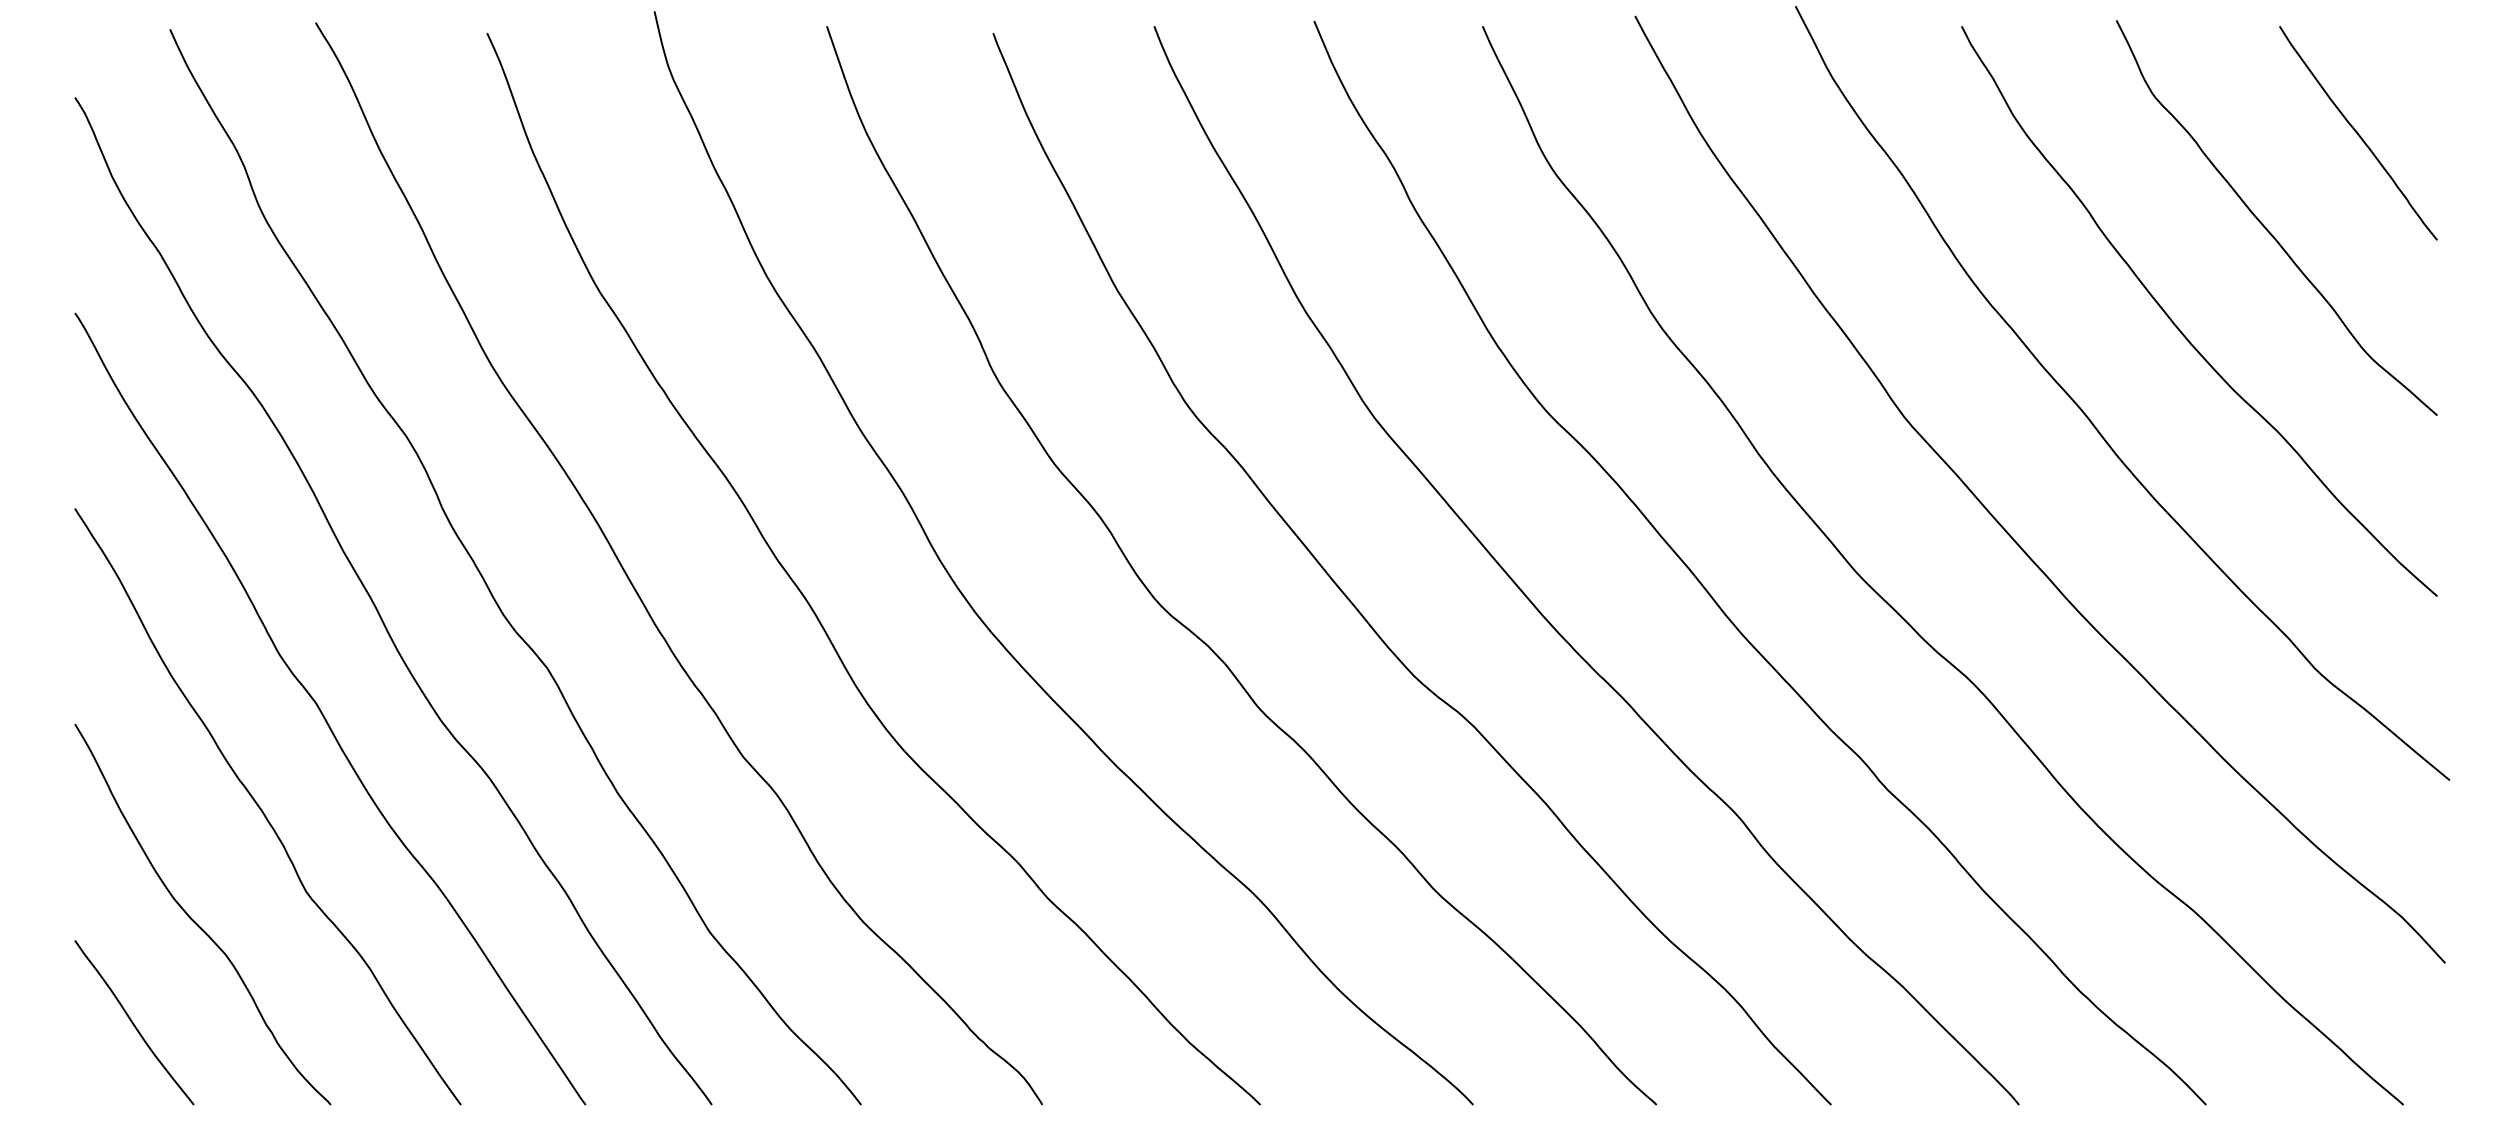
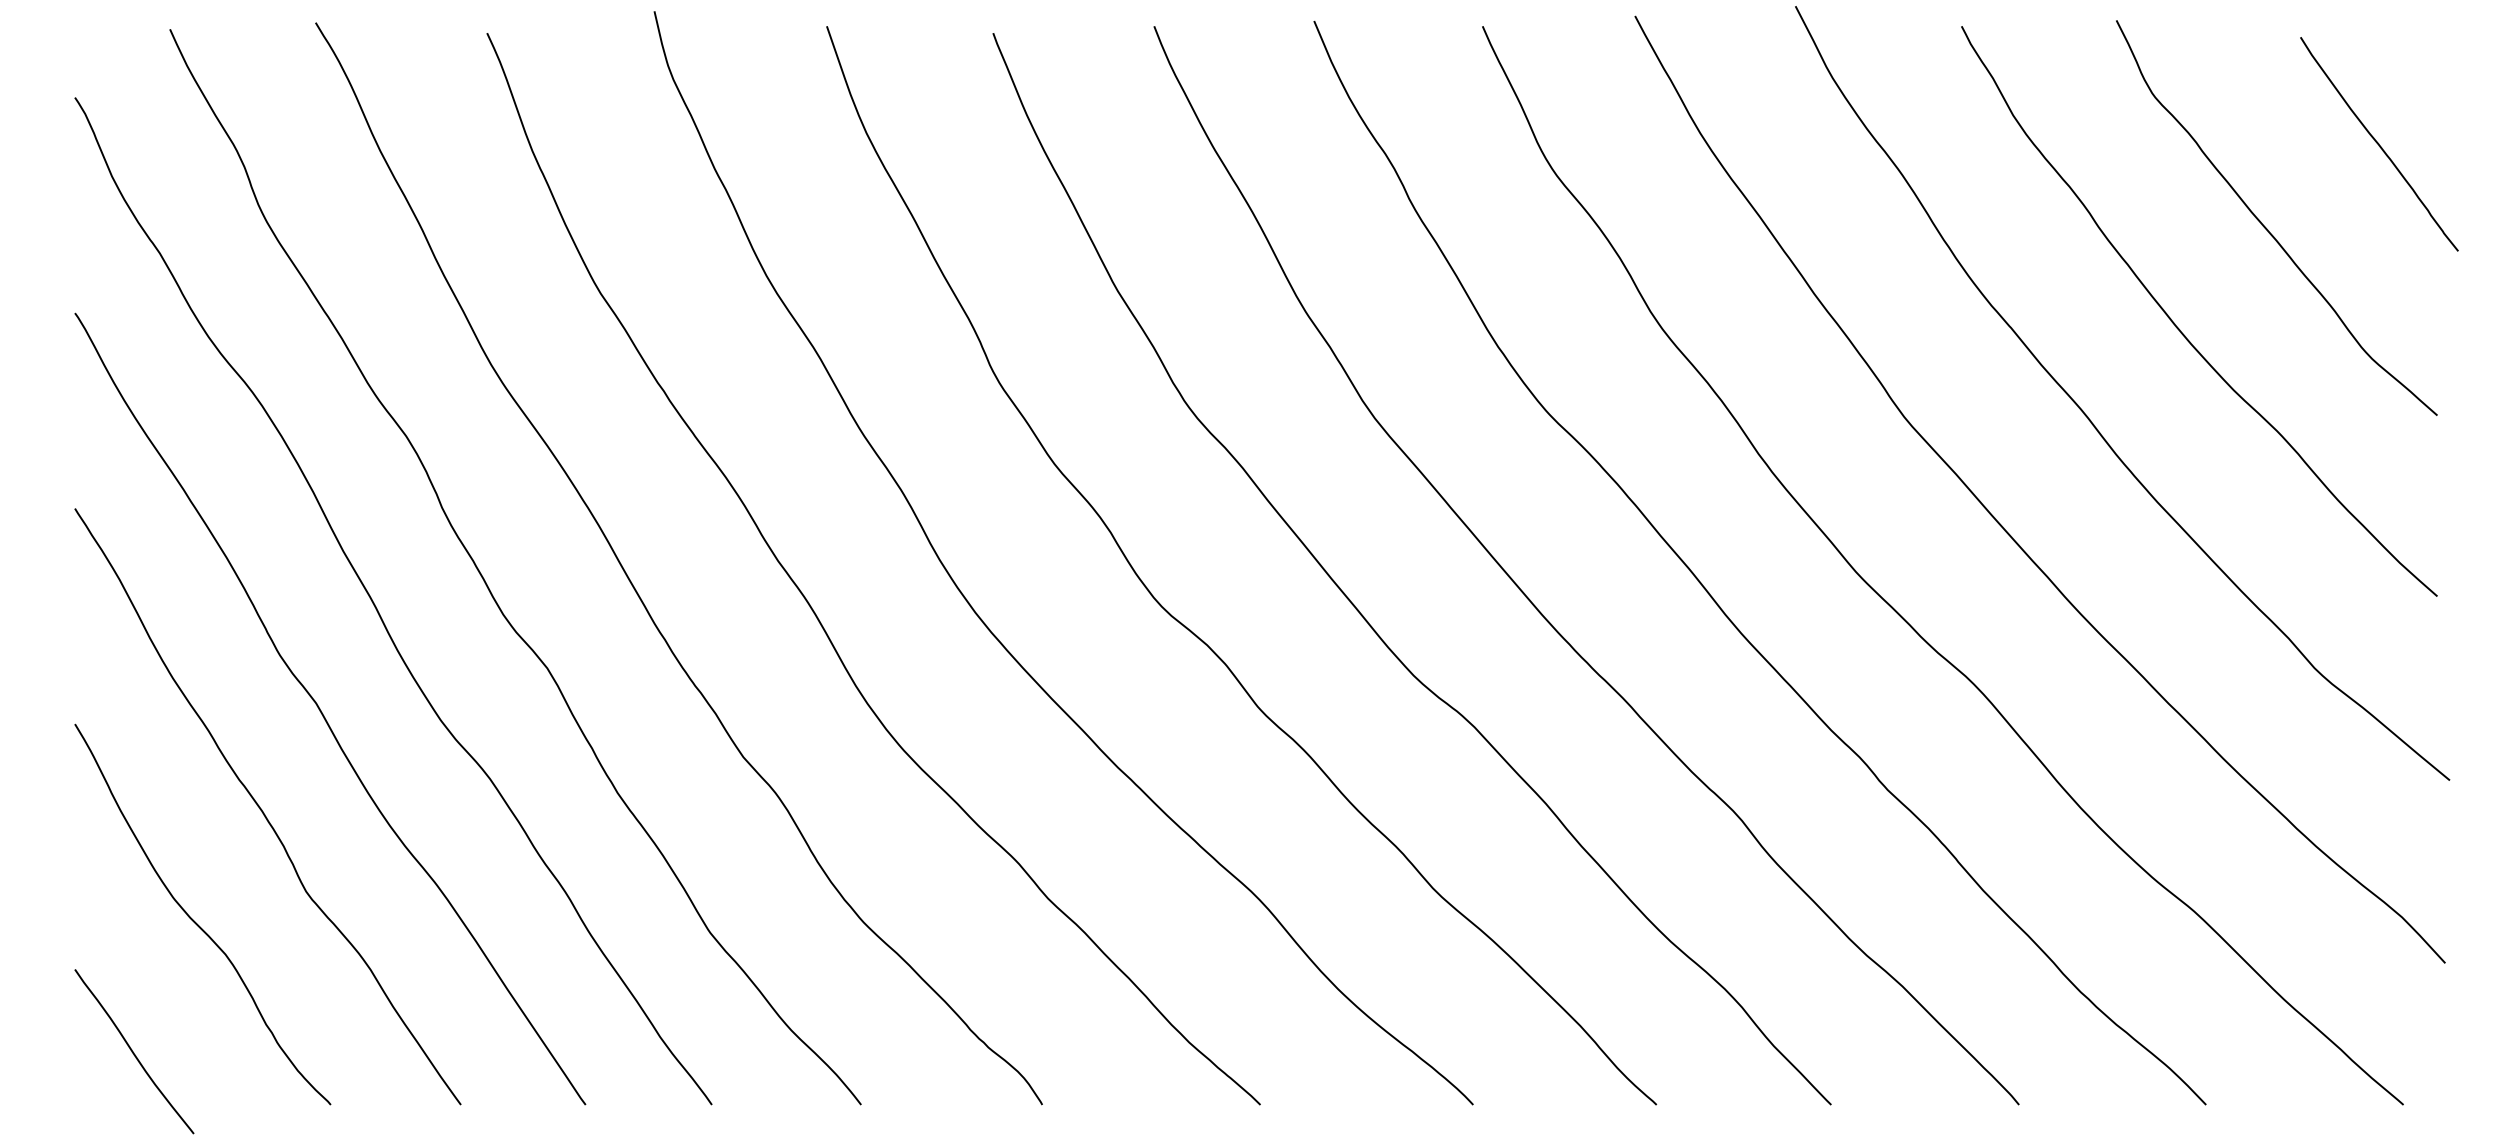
curve at (2358, 133) position: (2358, 133) -> (2379, 144)
curve at (133, 1022) position: (133, 1022) -> (133, 1051)
